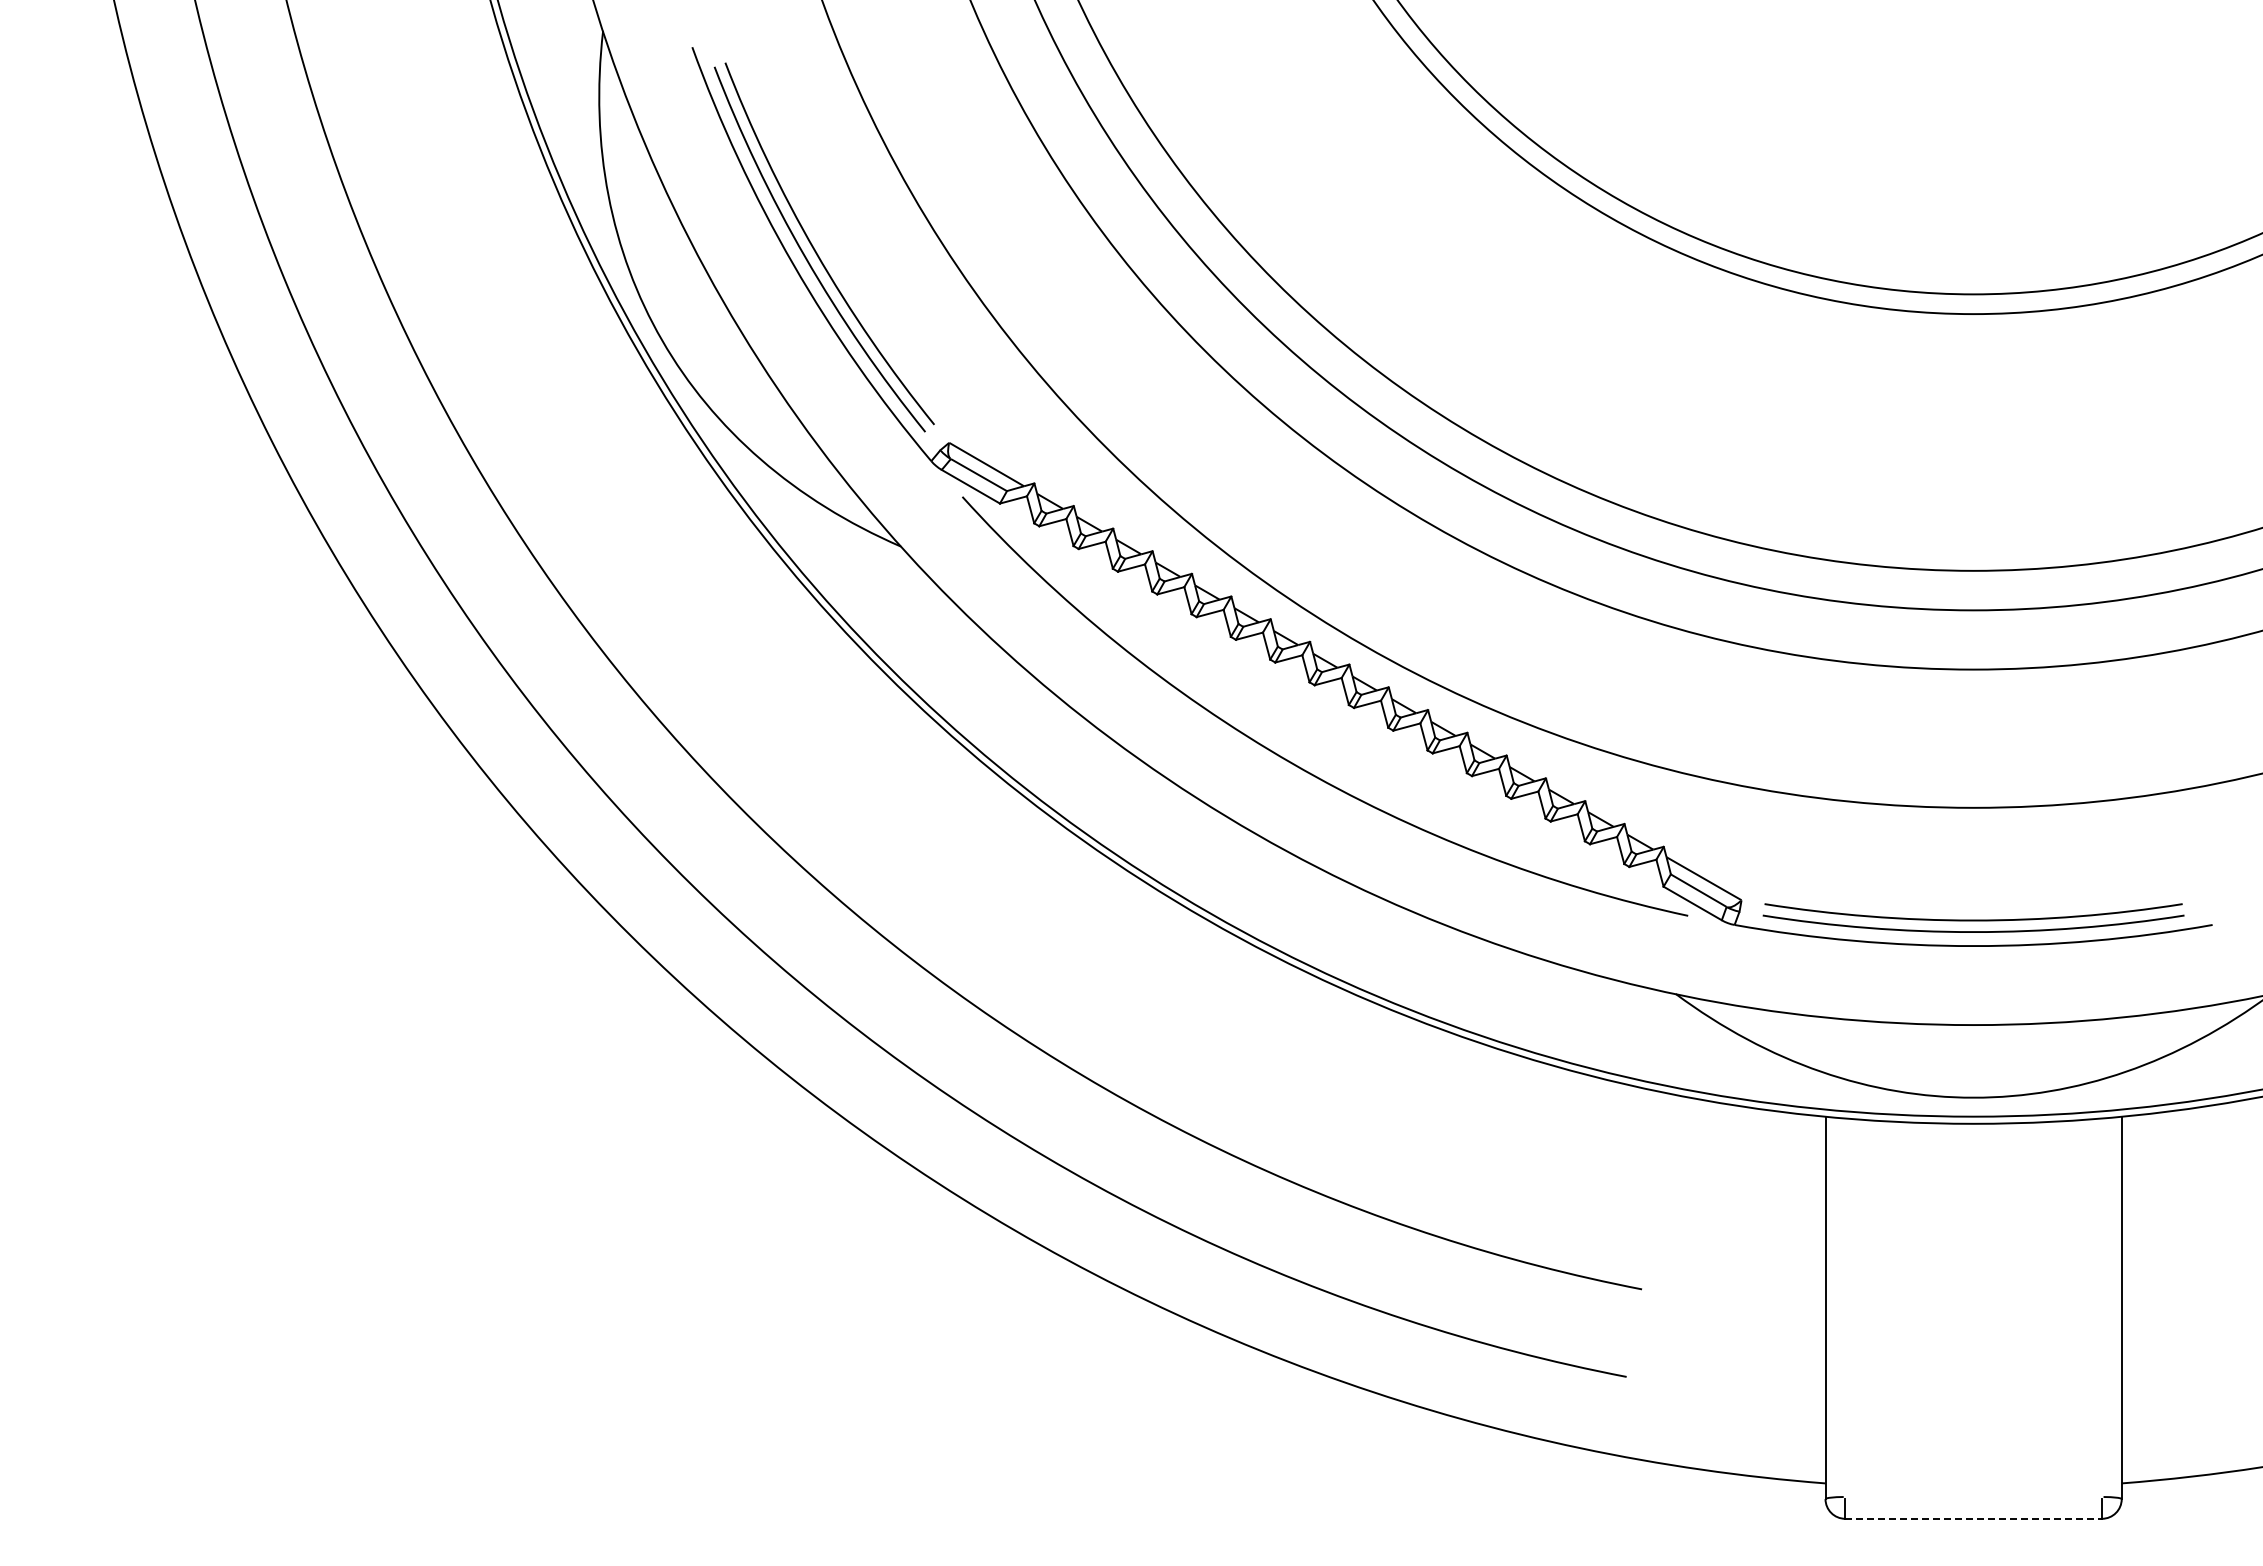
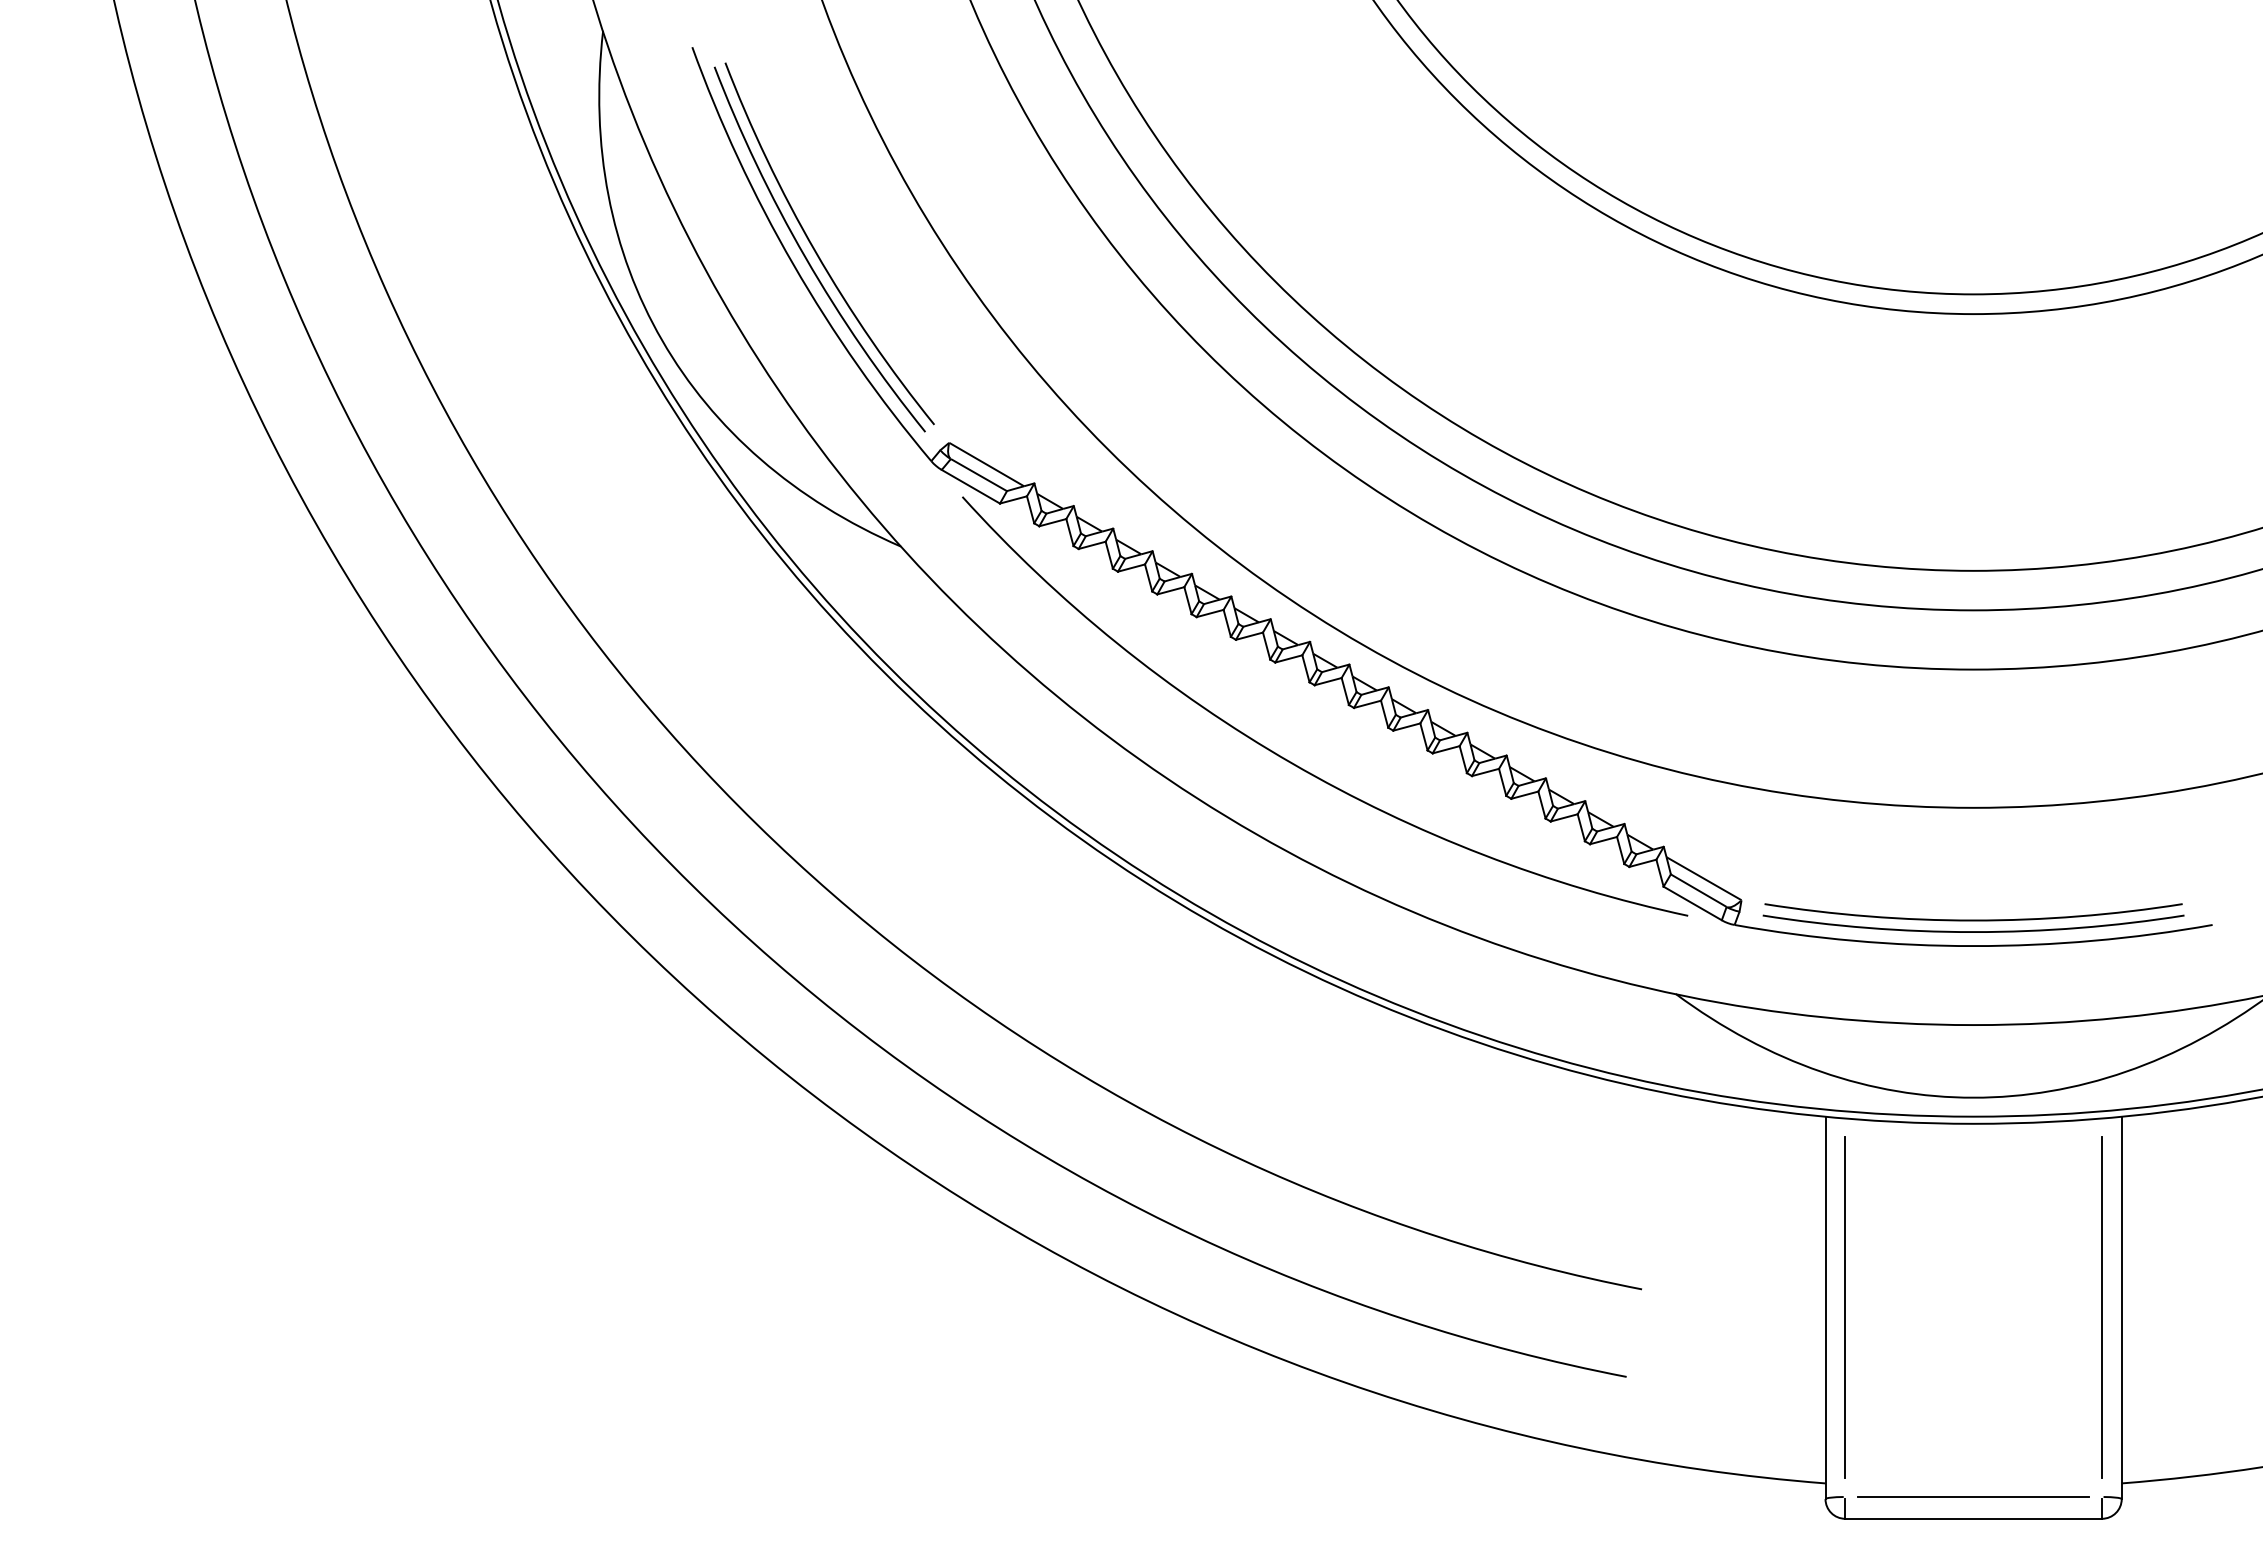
line at (1844, 1307): none -> present
line at (2101, 1307): none -> present
line at (1973, 1496): none -> present
line at (1974, 1518): dashed -> solid
